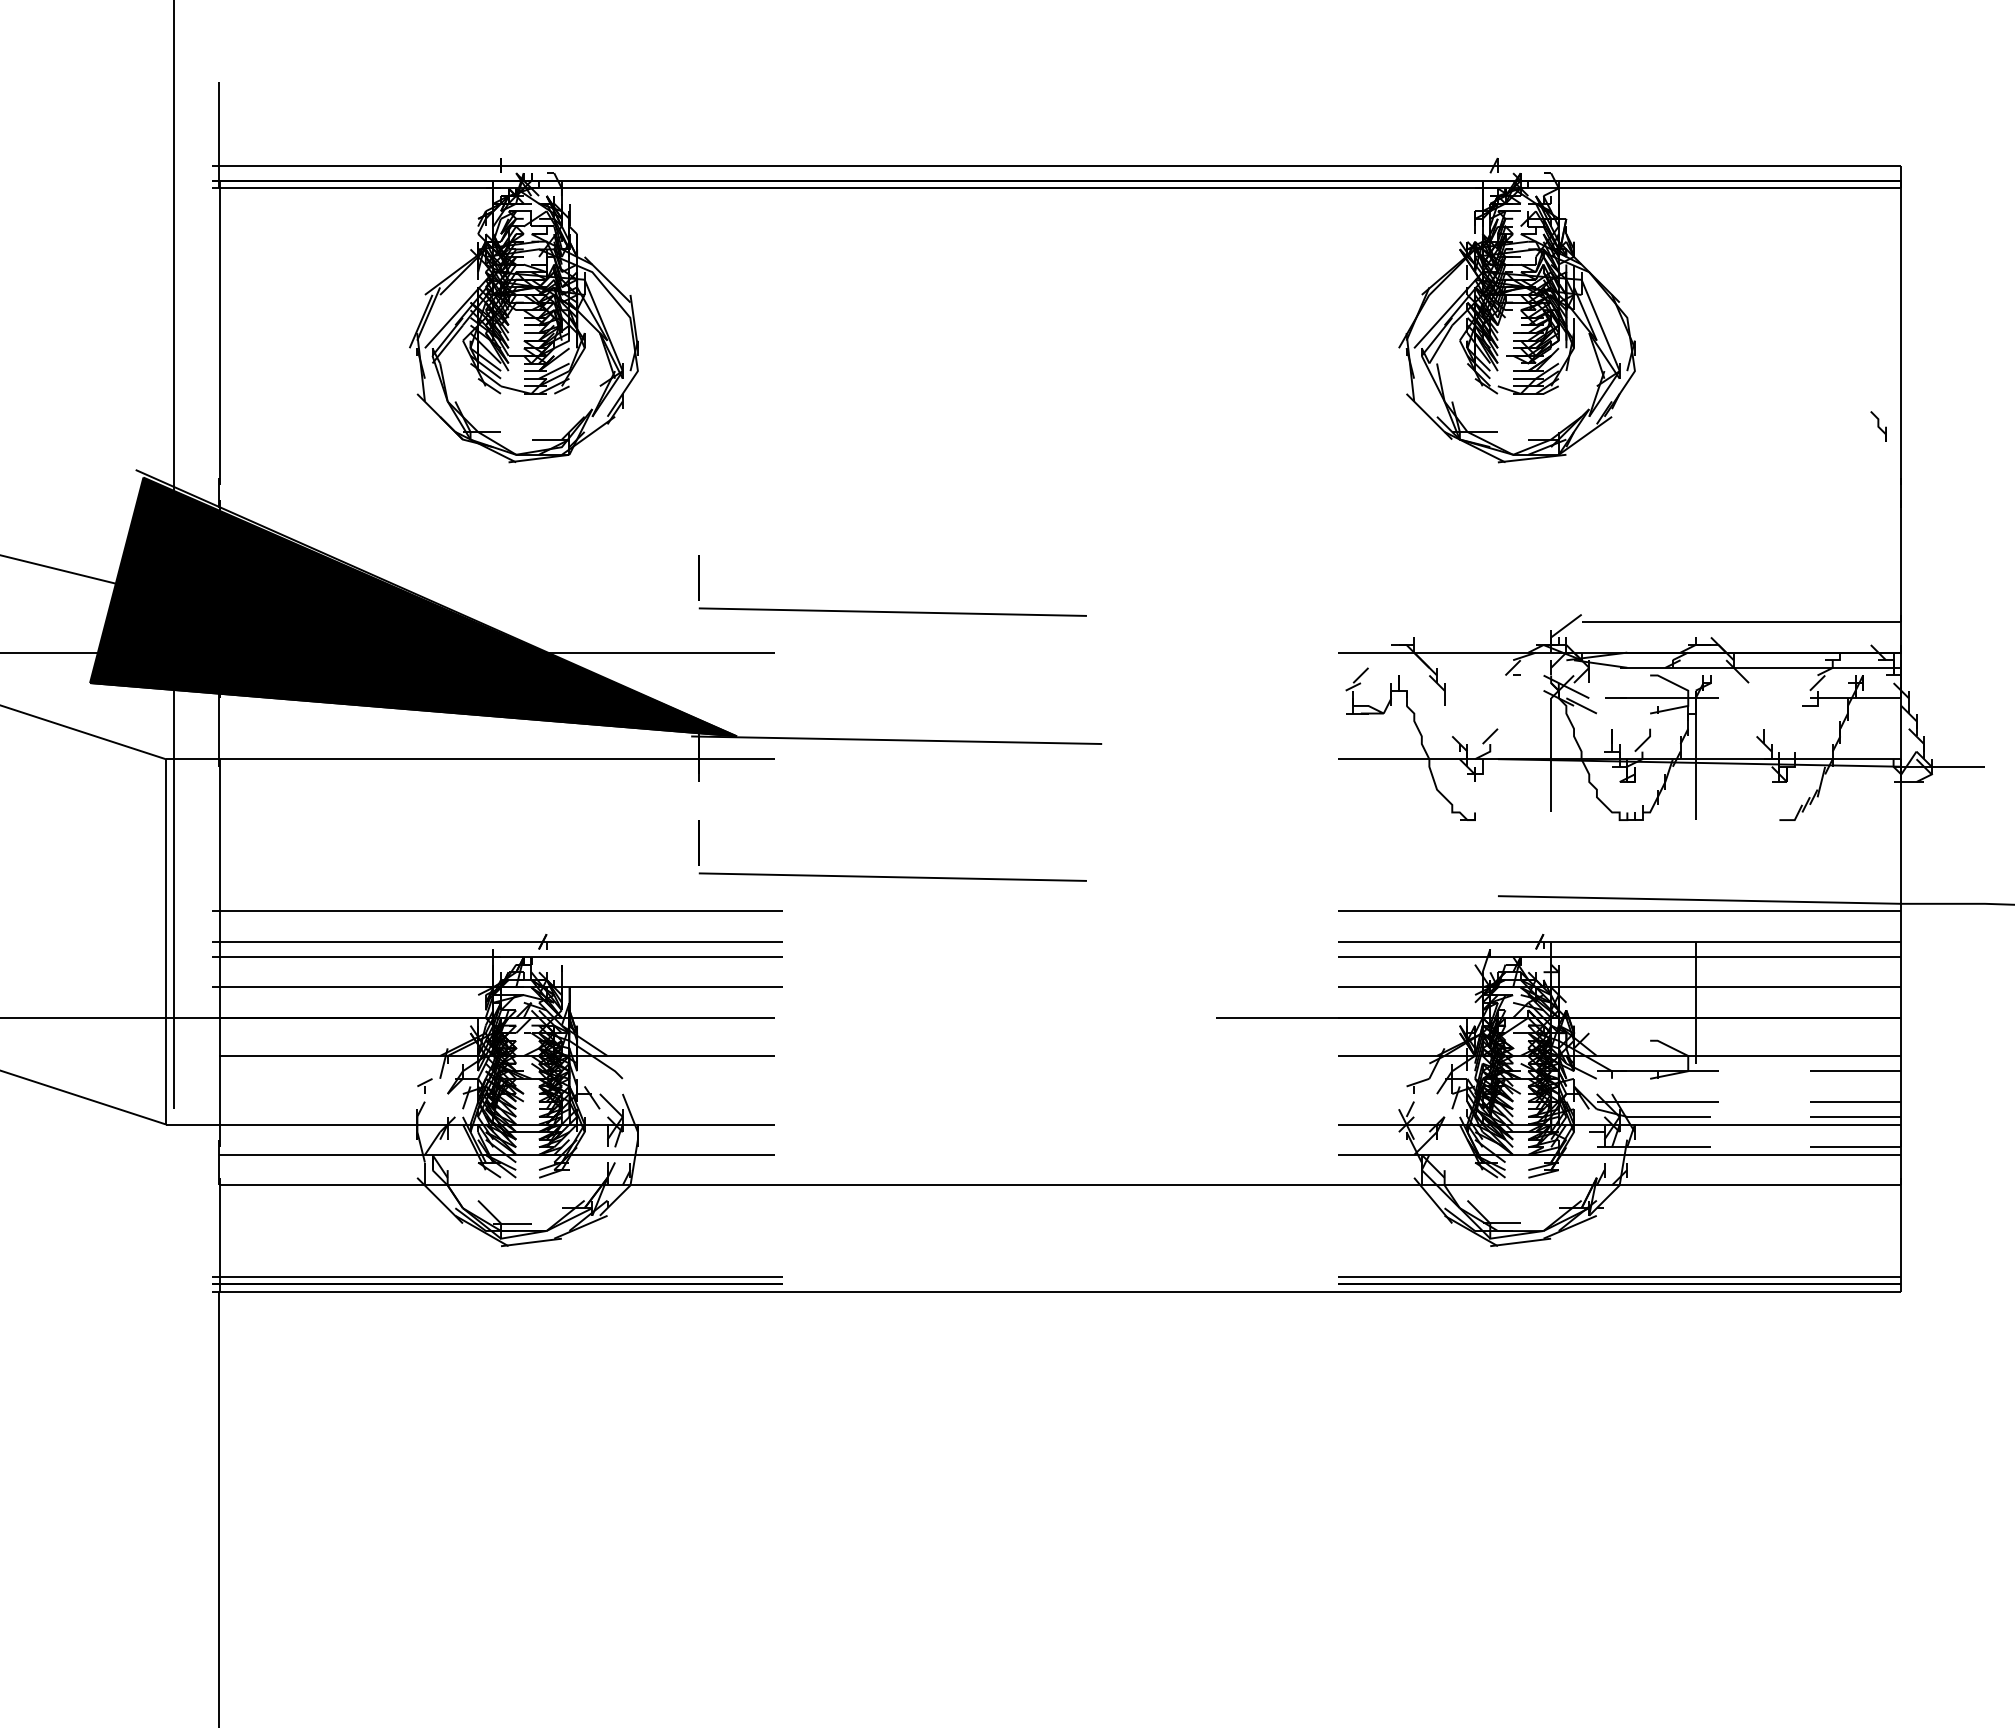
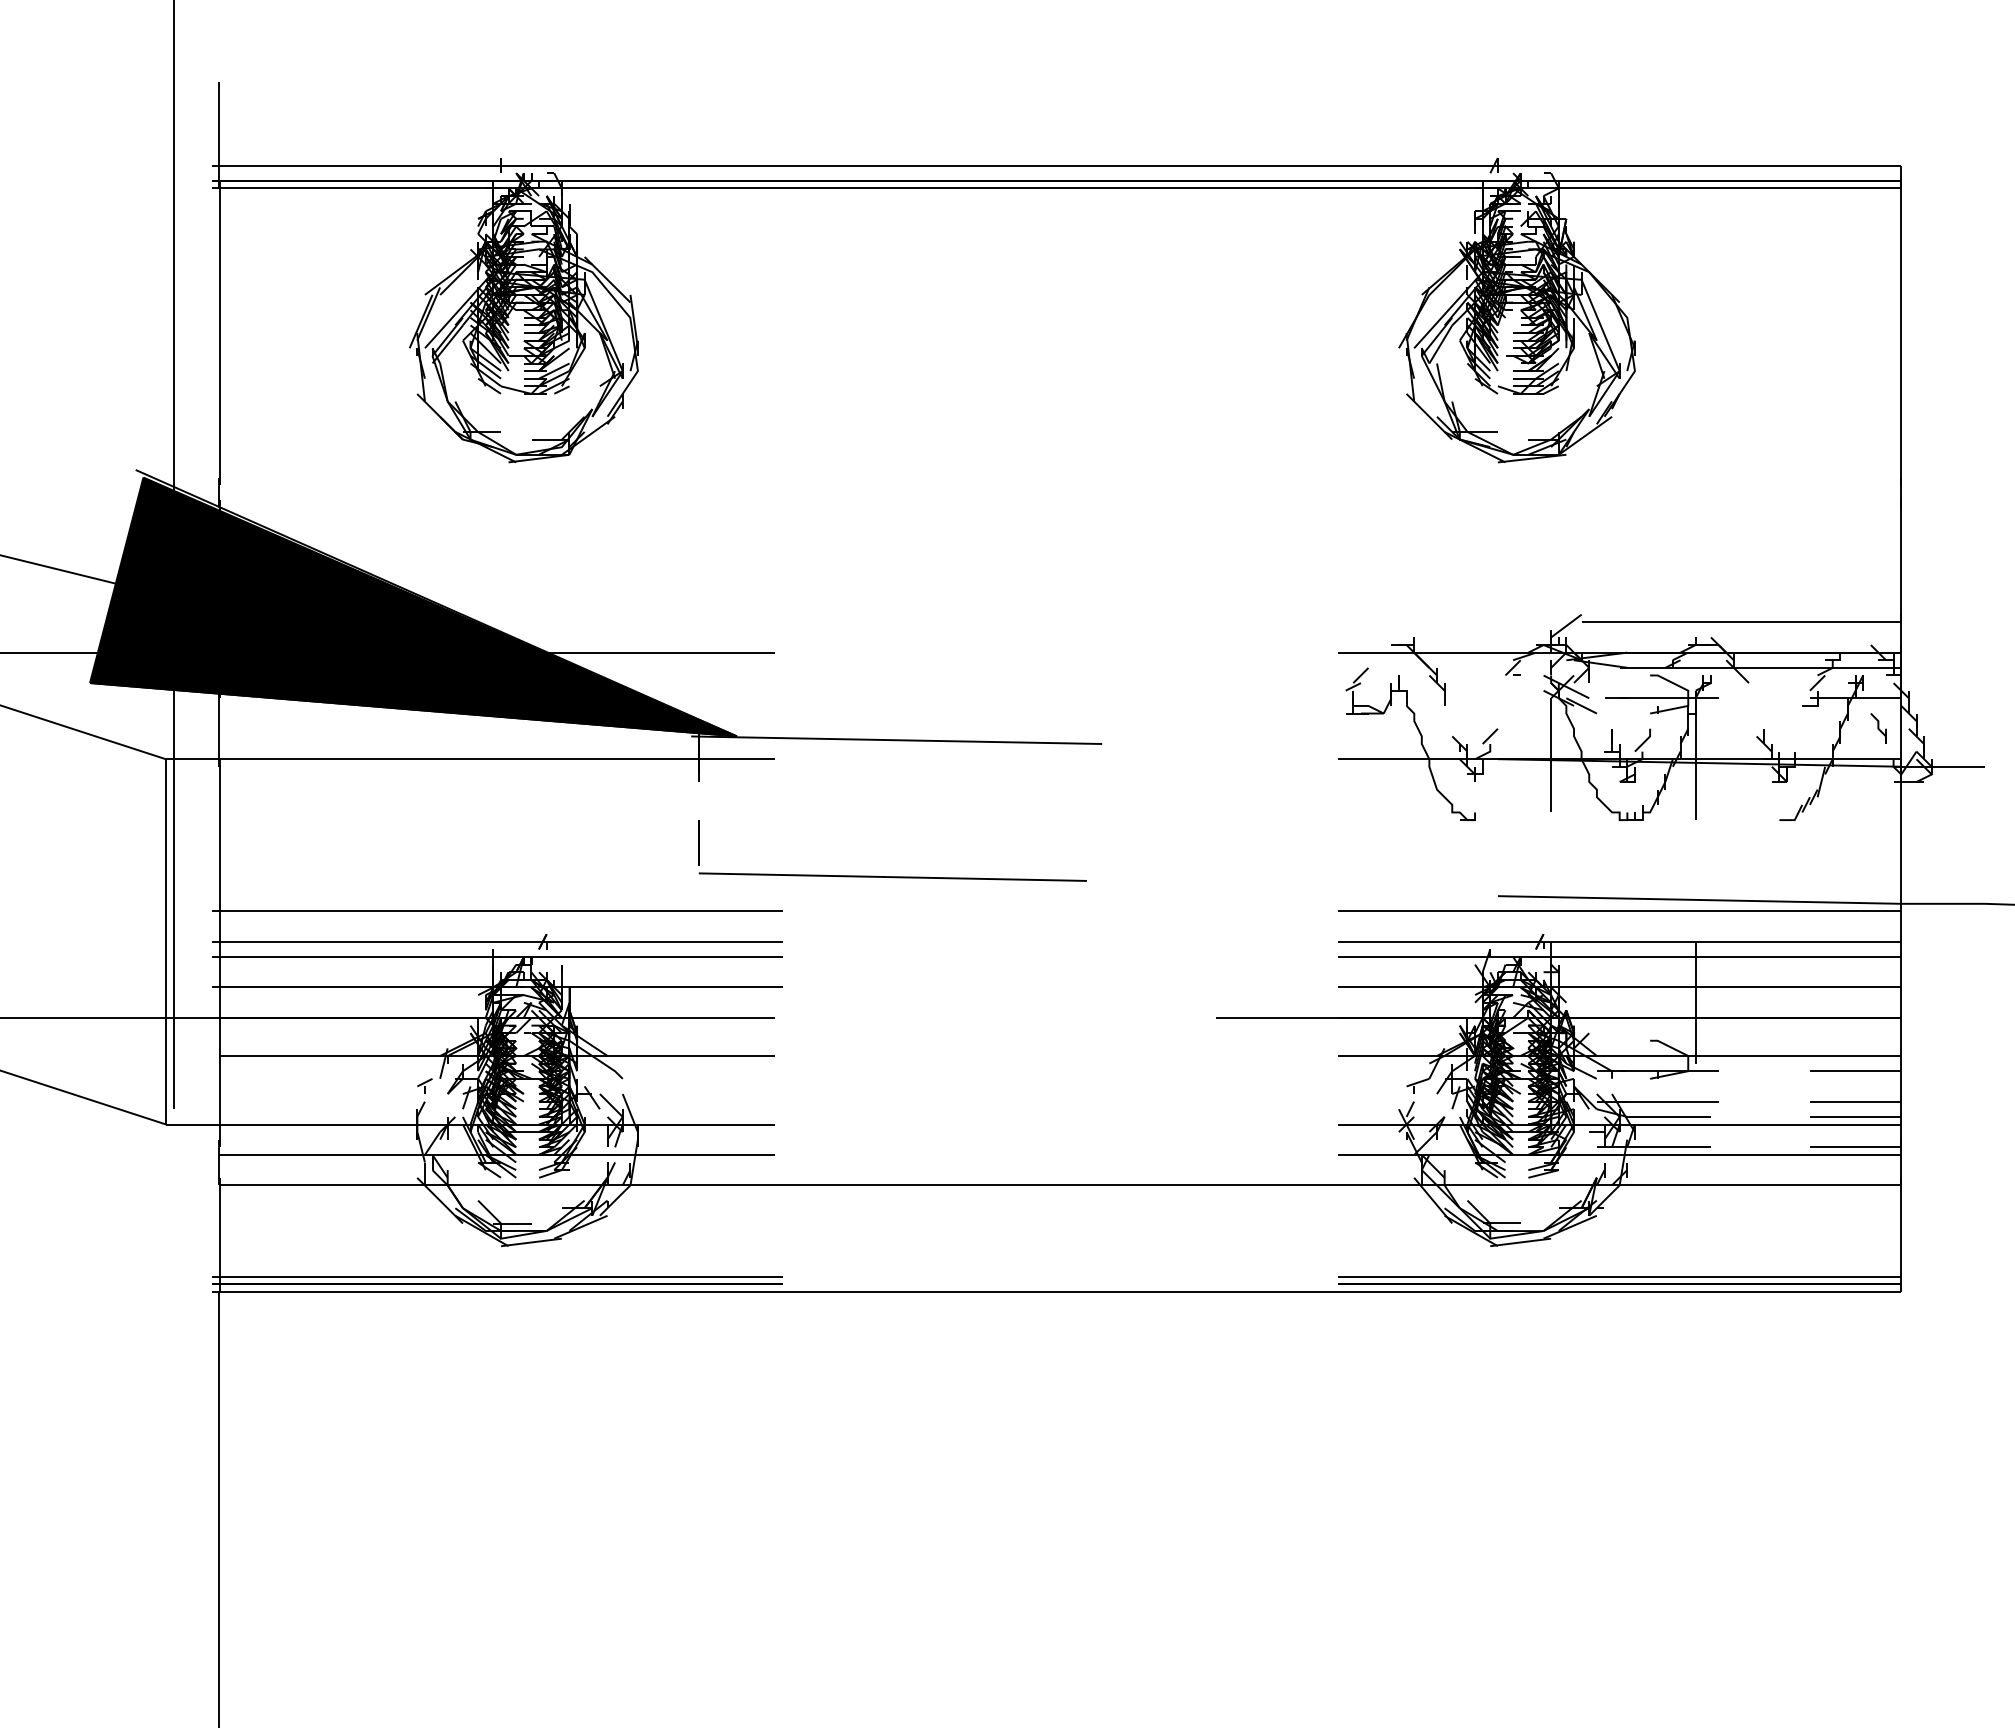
curve at (1878, 426) position: (1878, 426) -> (1878, 728)
part at (892, 611): present -> none
